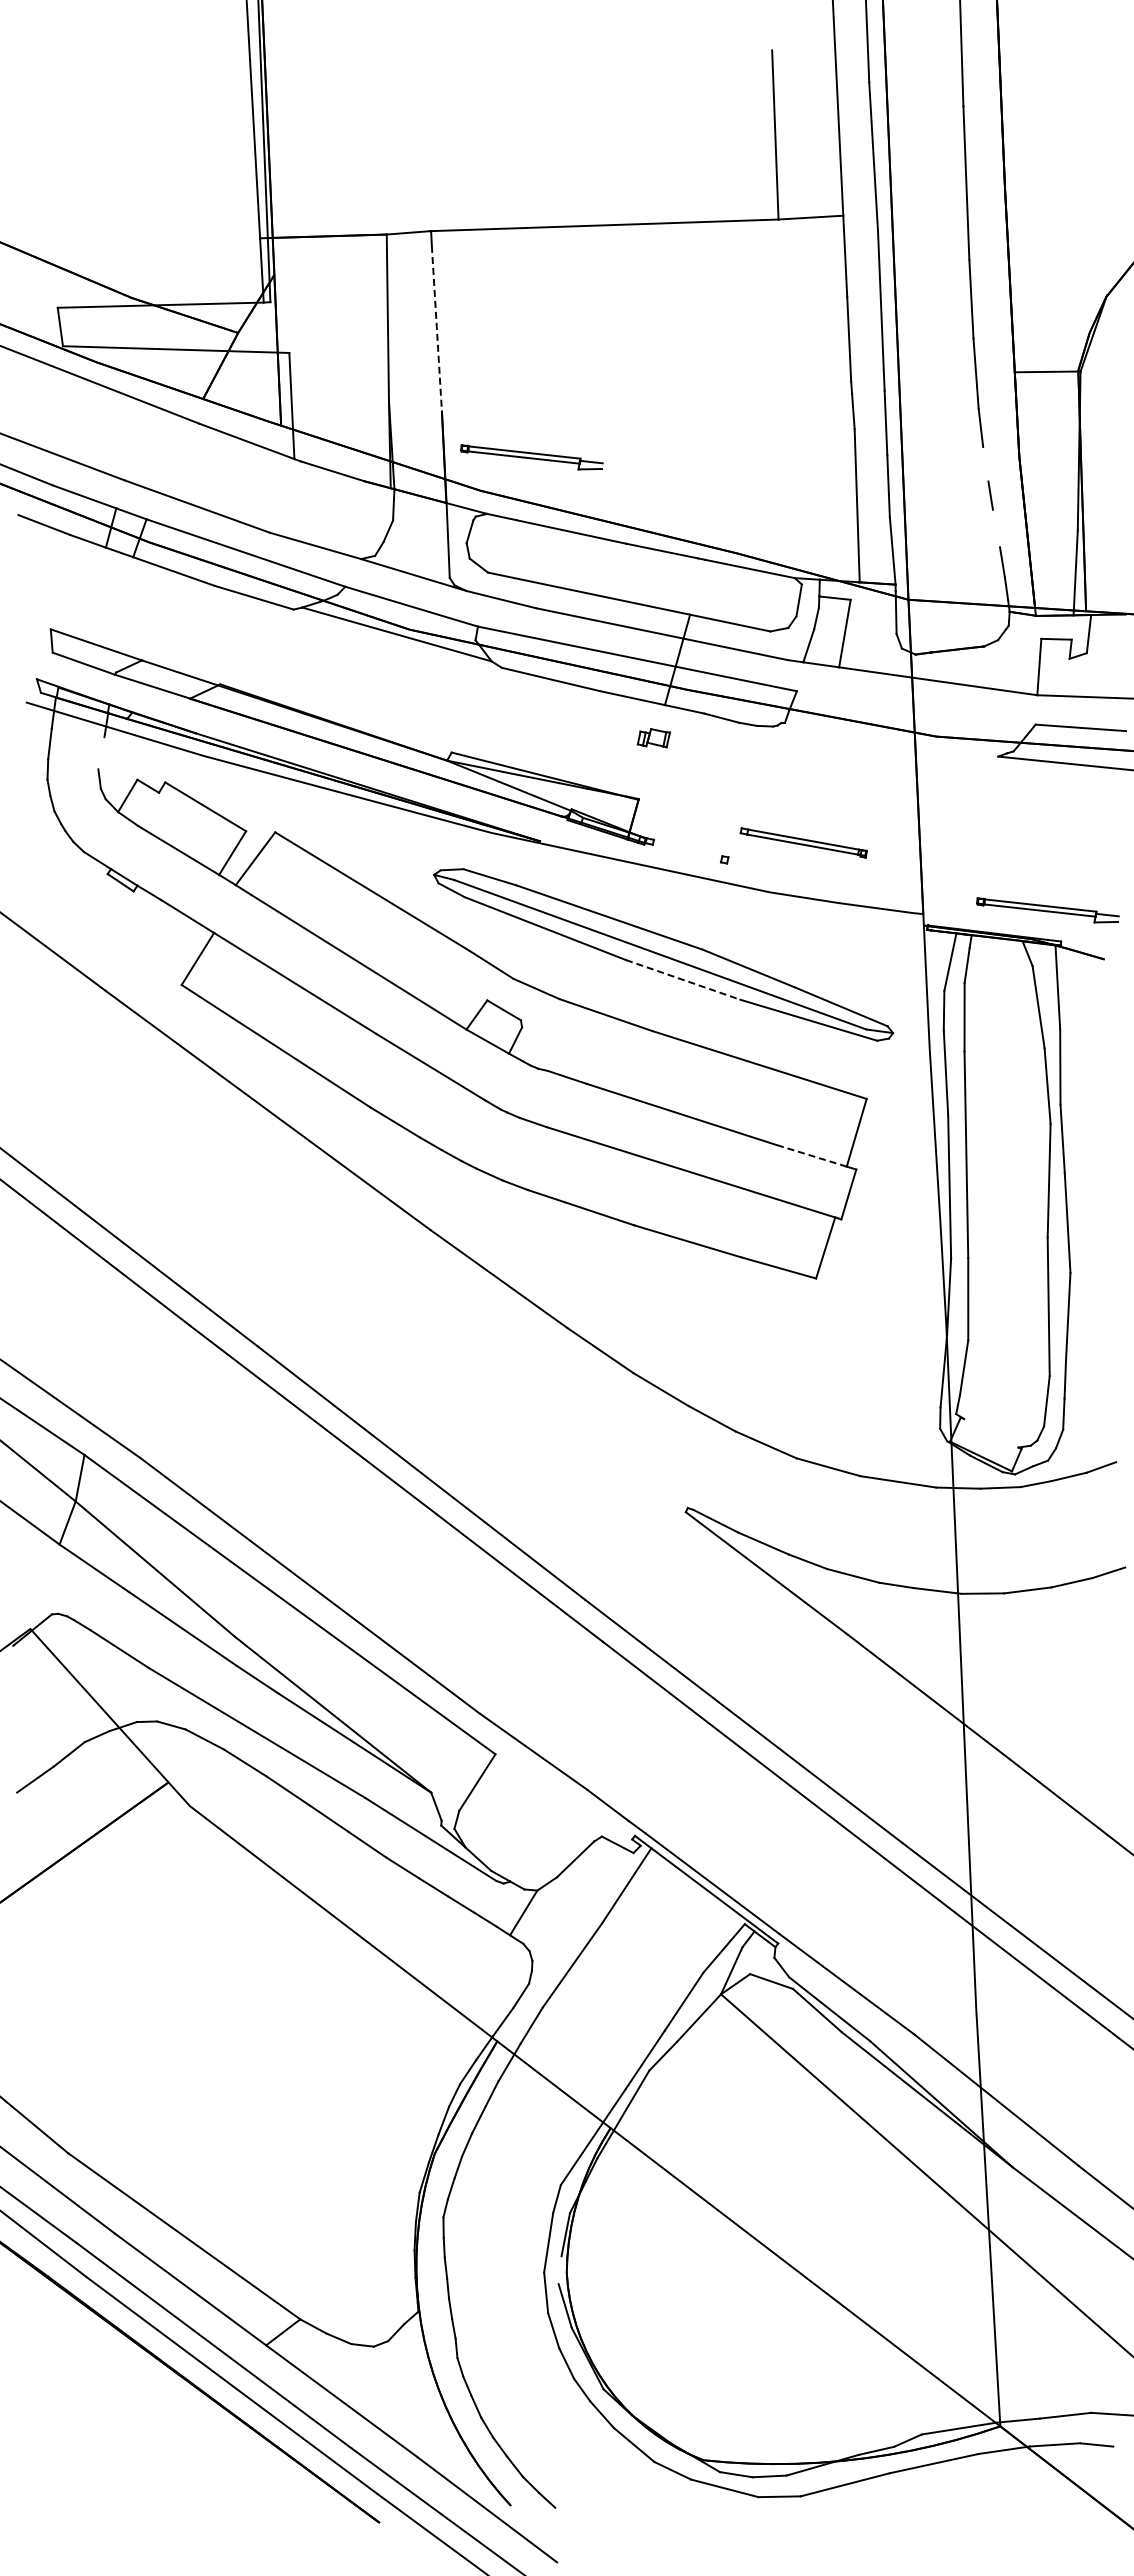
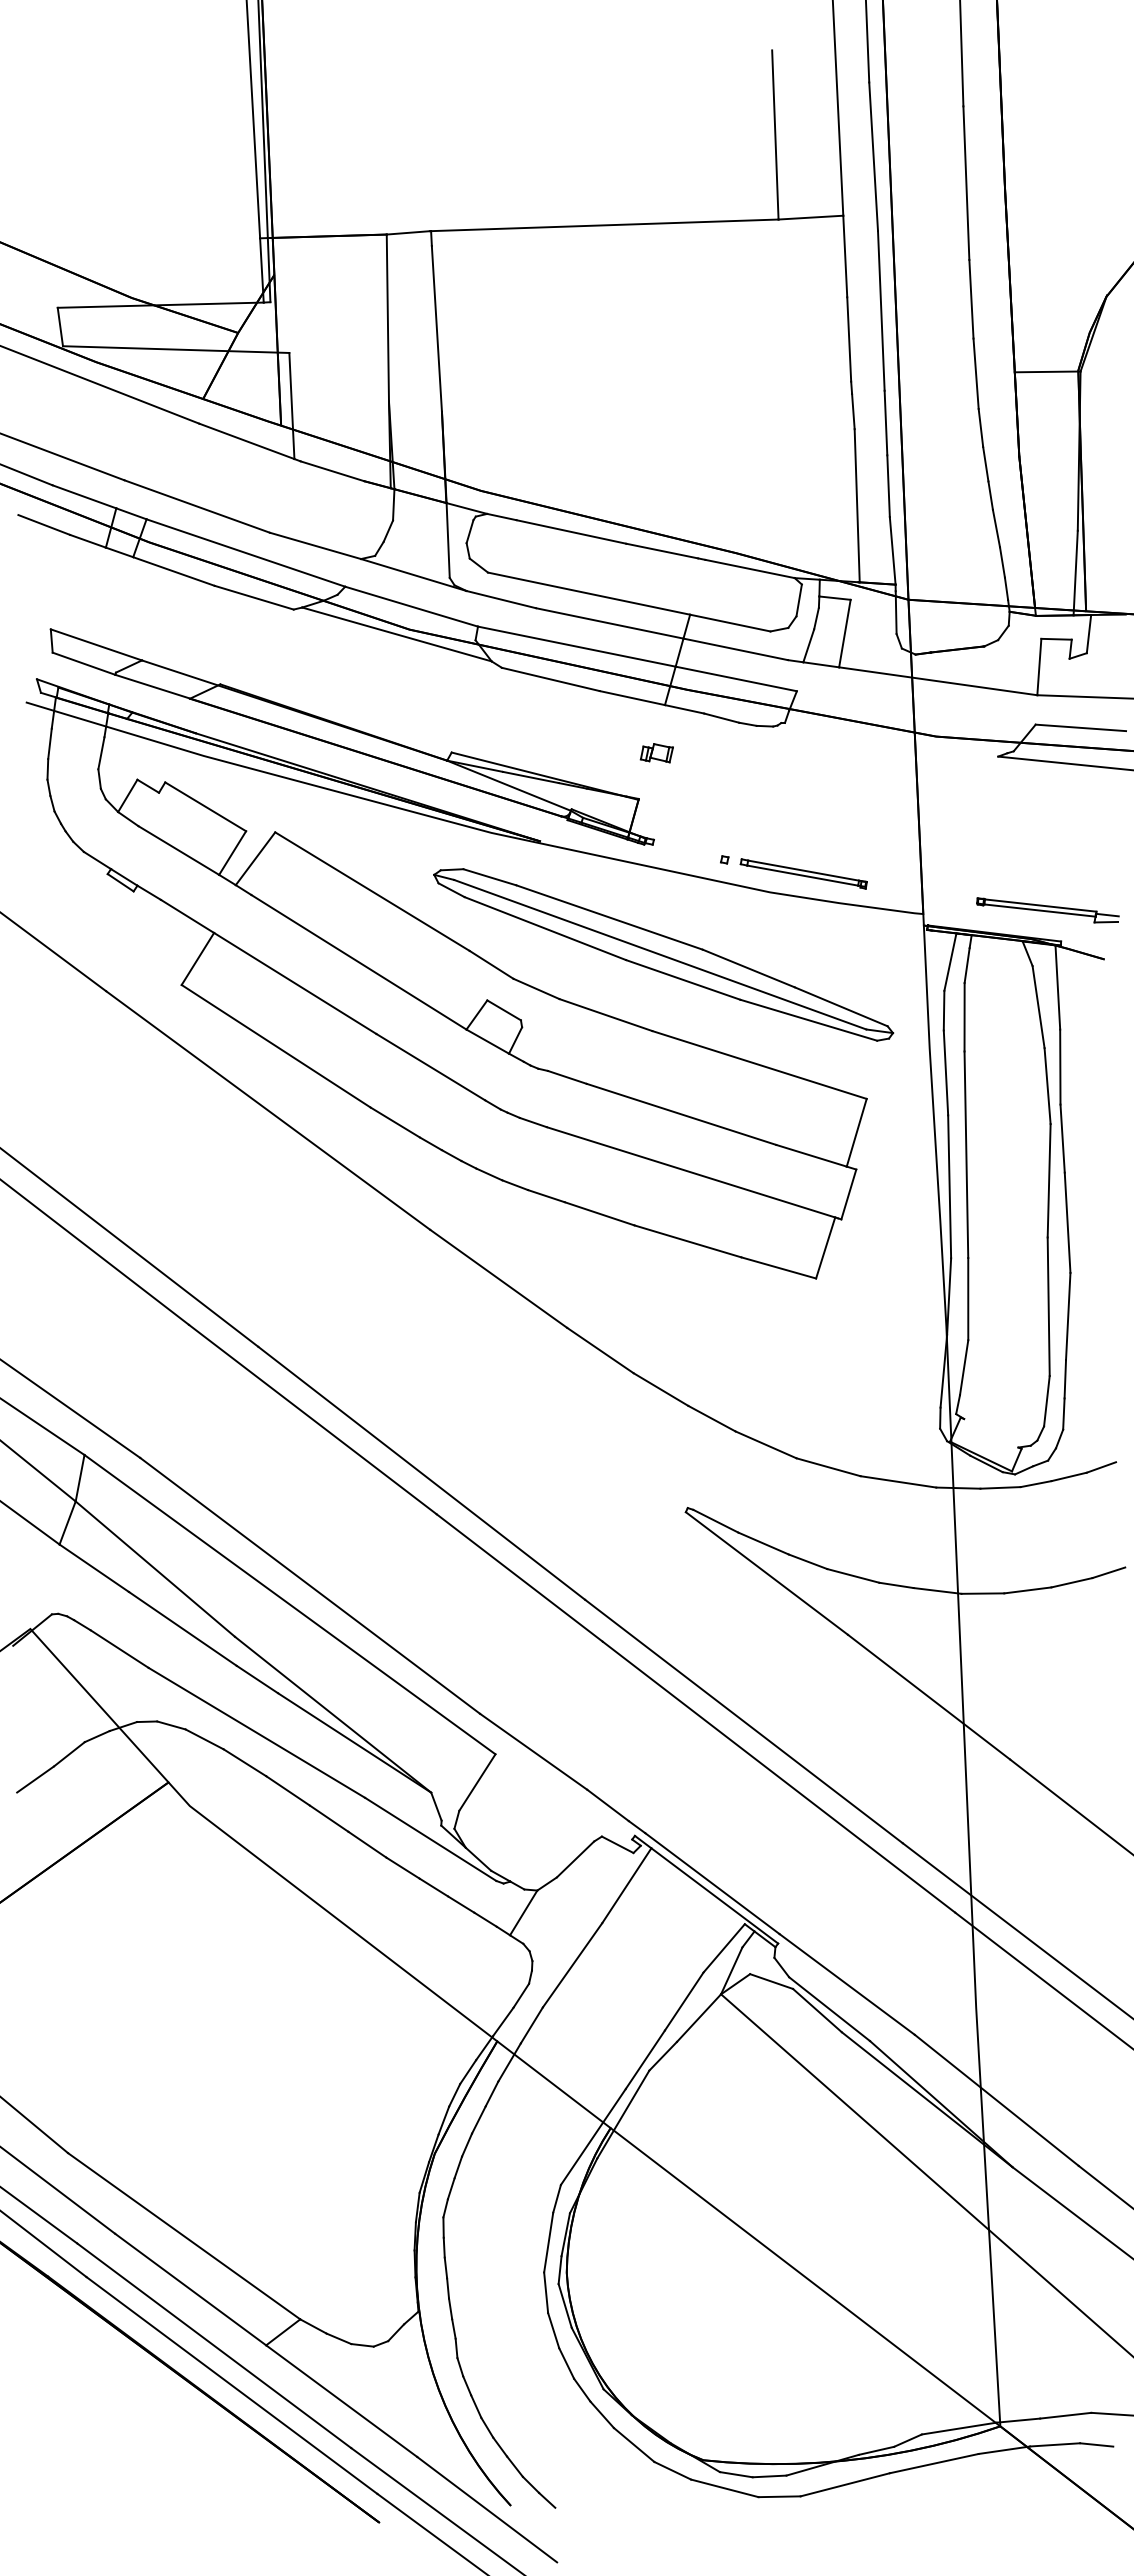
line at (436, 329): dashed -> solid
part at (531, 457): present -> none
line at (985, 464): none -> present
line at (996, 528): none -> present
part at (653, 738) position: (653, 738) -> (656, 753)
line at (101, 753): none -> present
part at (803, 842) position: (803, 842) -> (803, 873)
line at (683, 979): dashed -> solid
line at (811, 1155): dashed -> solid
line at (559, 2270): none -> present
